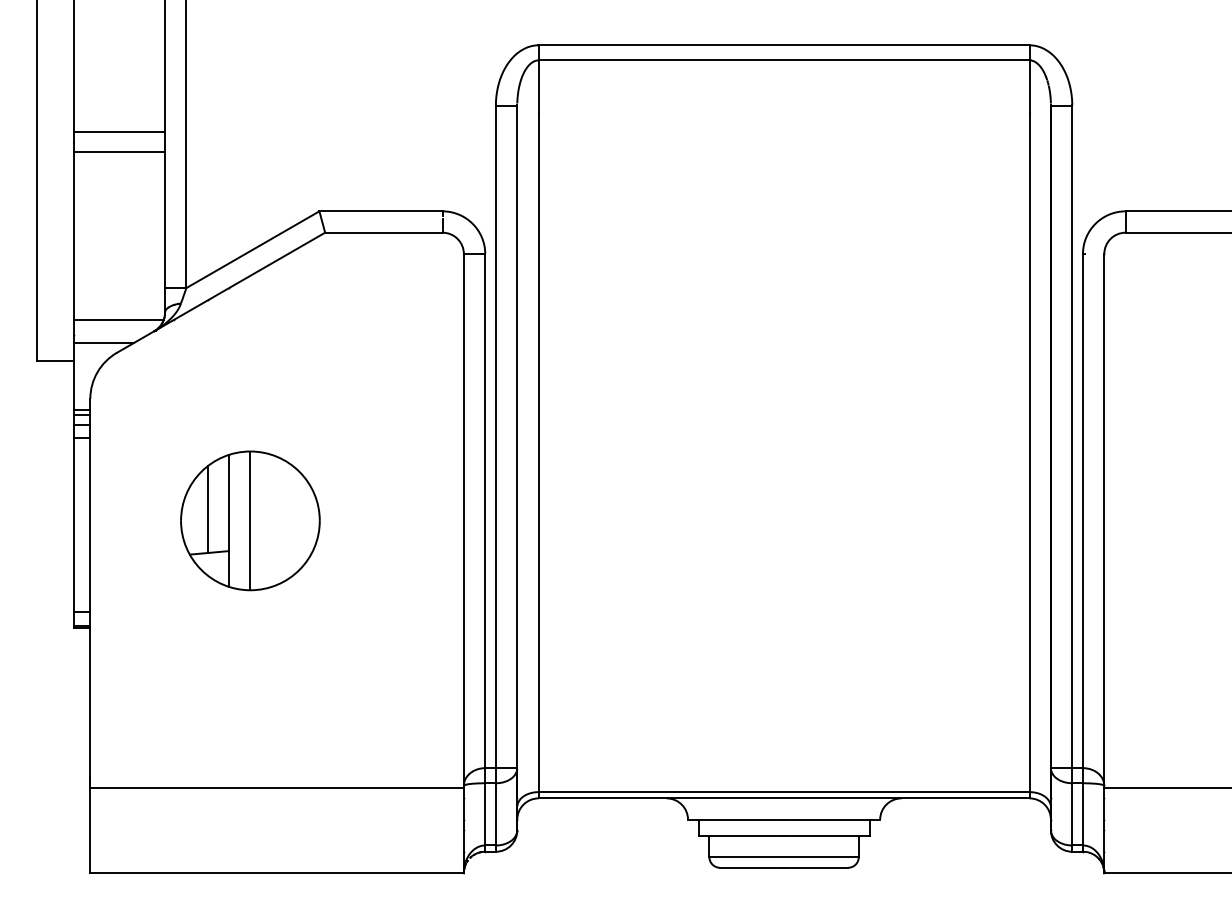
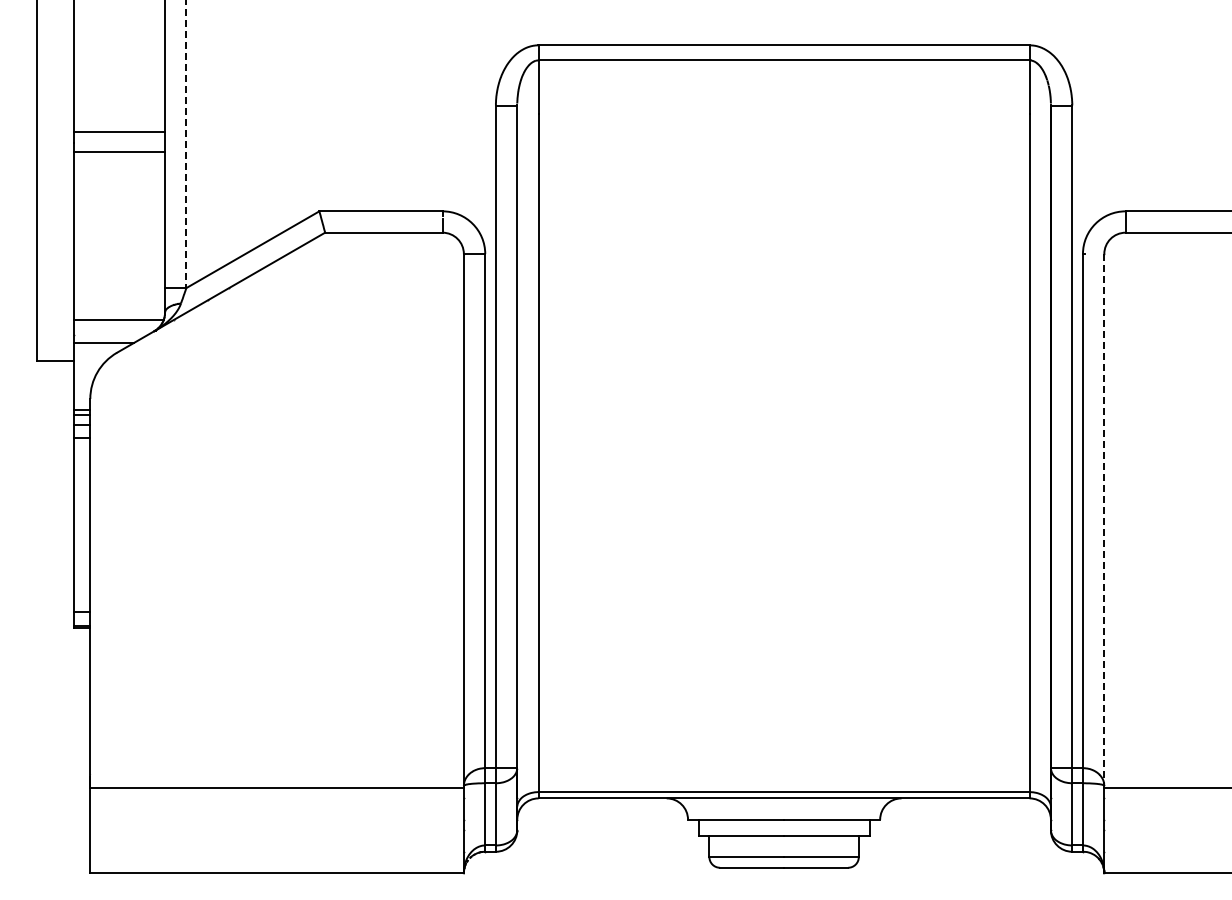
line at (186, 144): solid -> dashed
line at (1104, 519): solid -> dashed
part at (250, 520): present -> none
